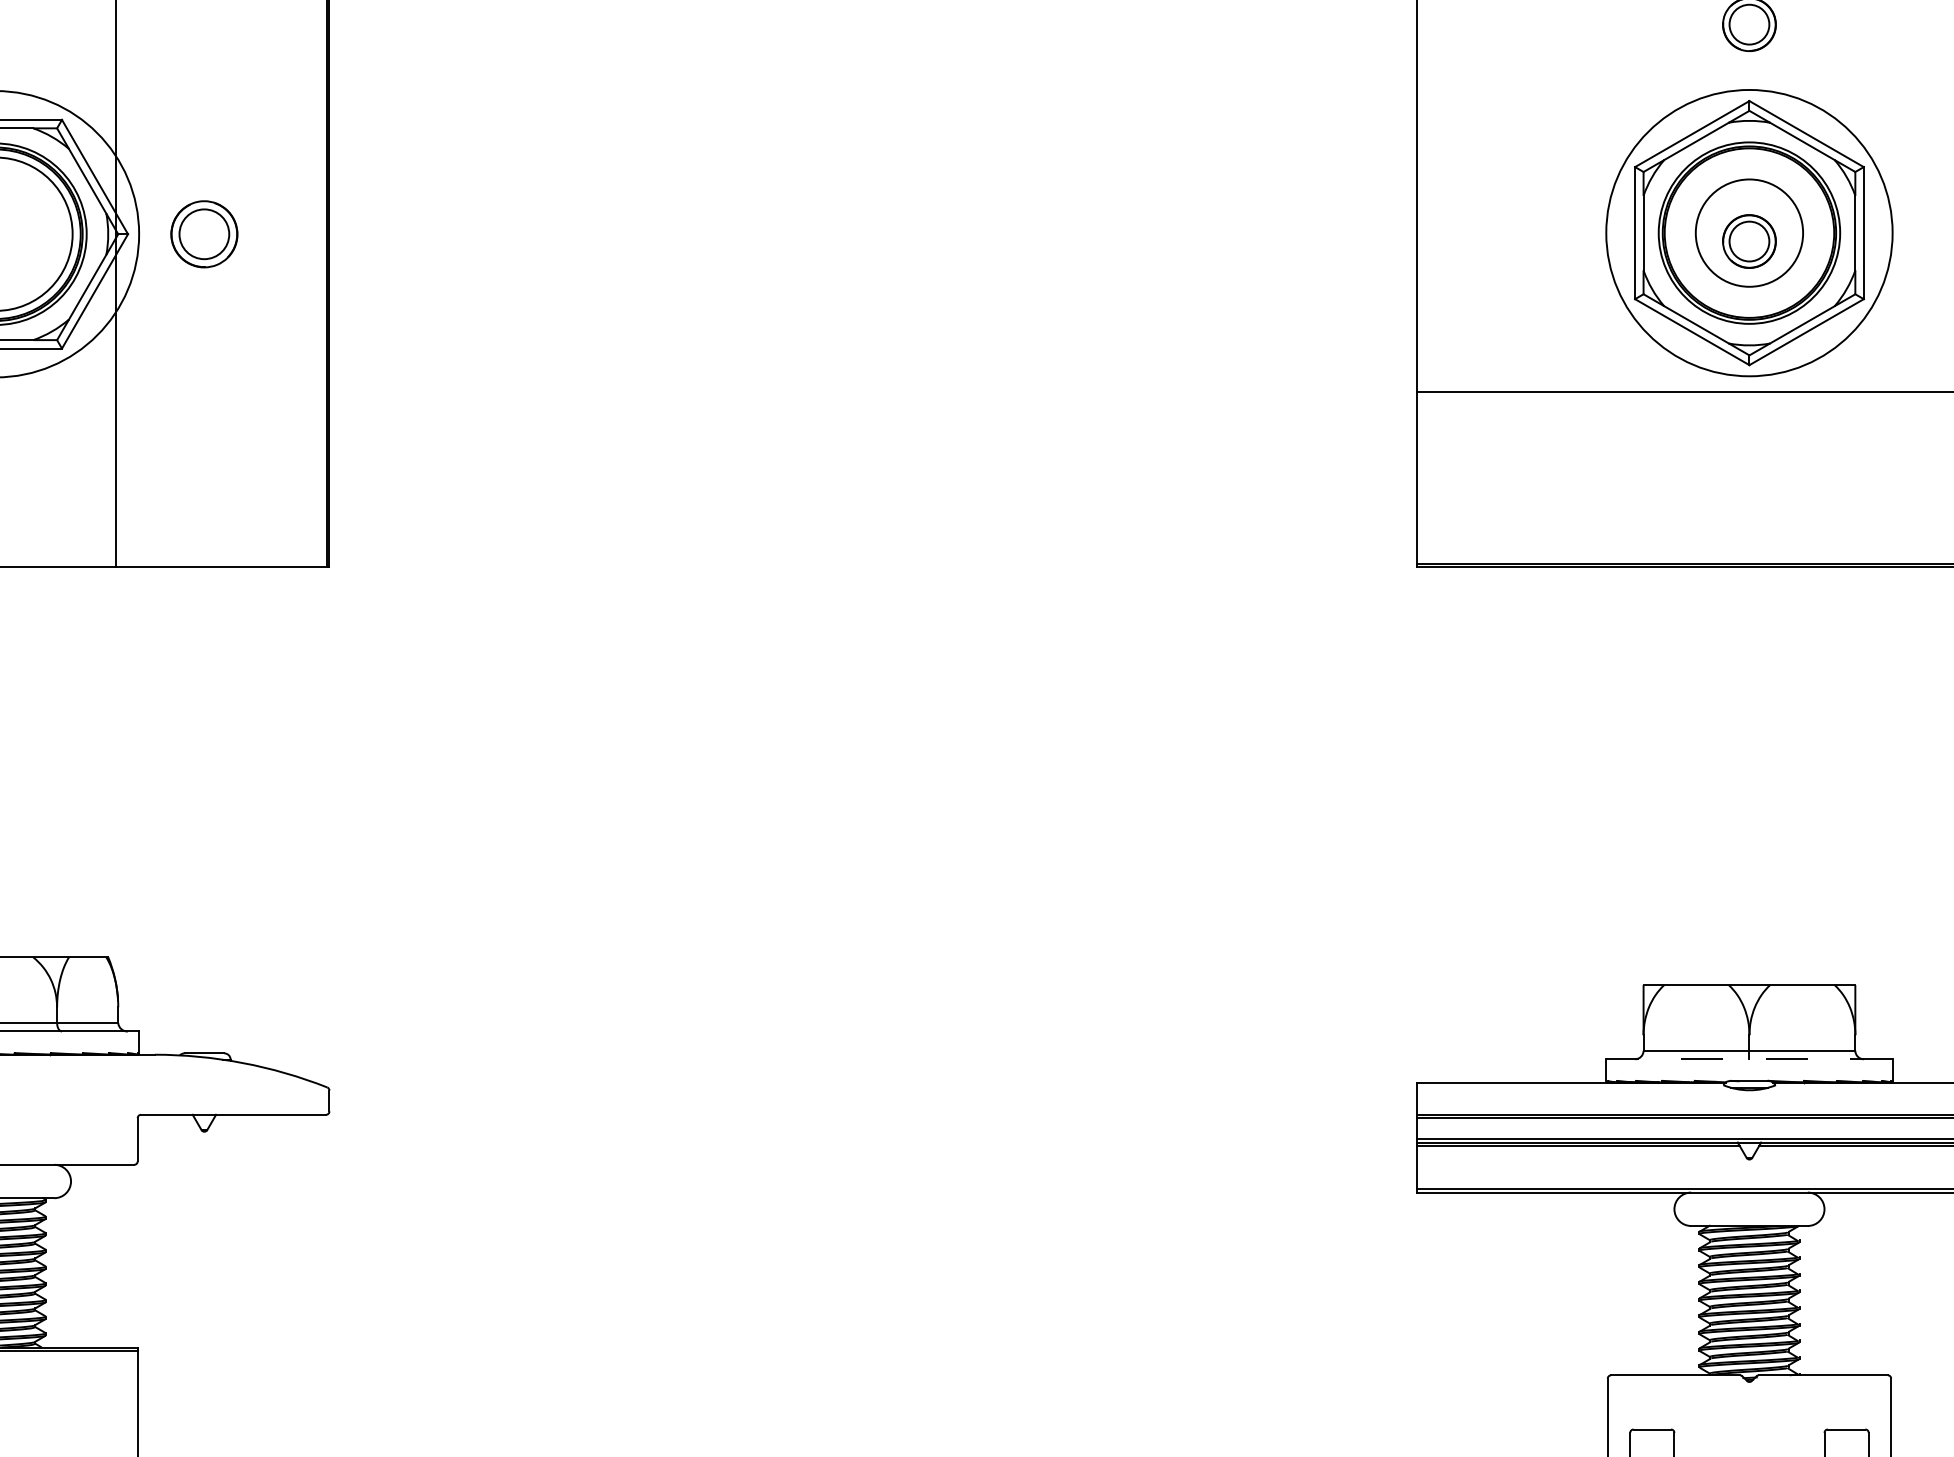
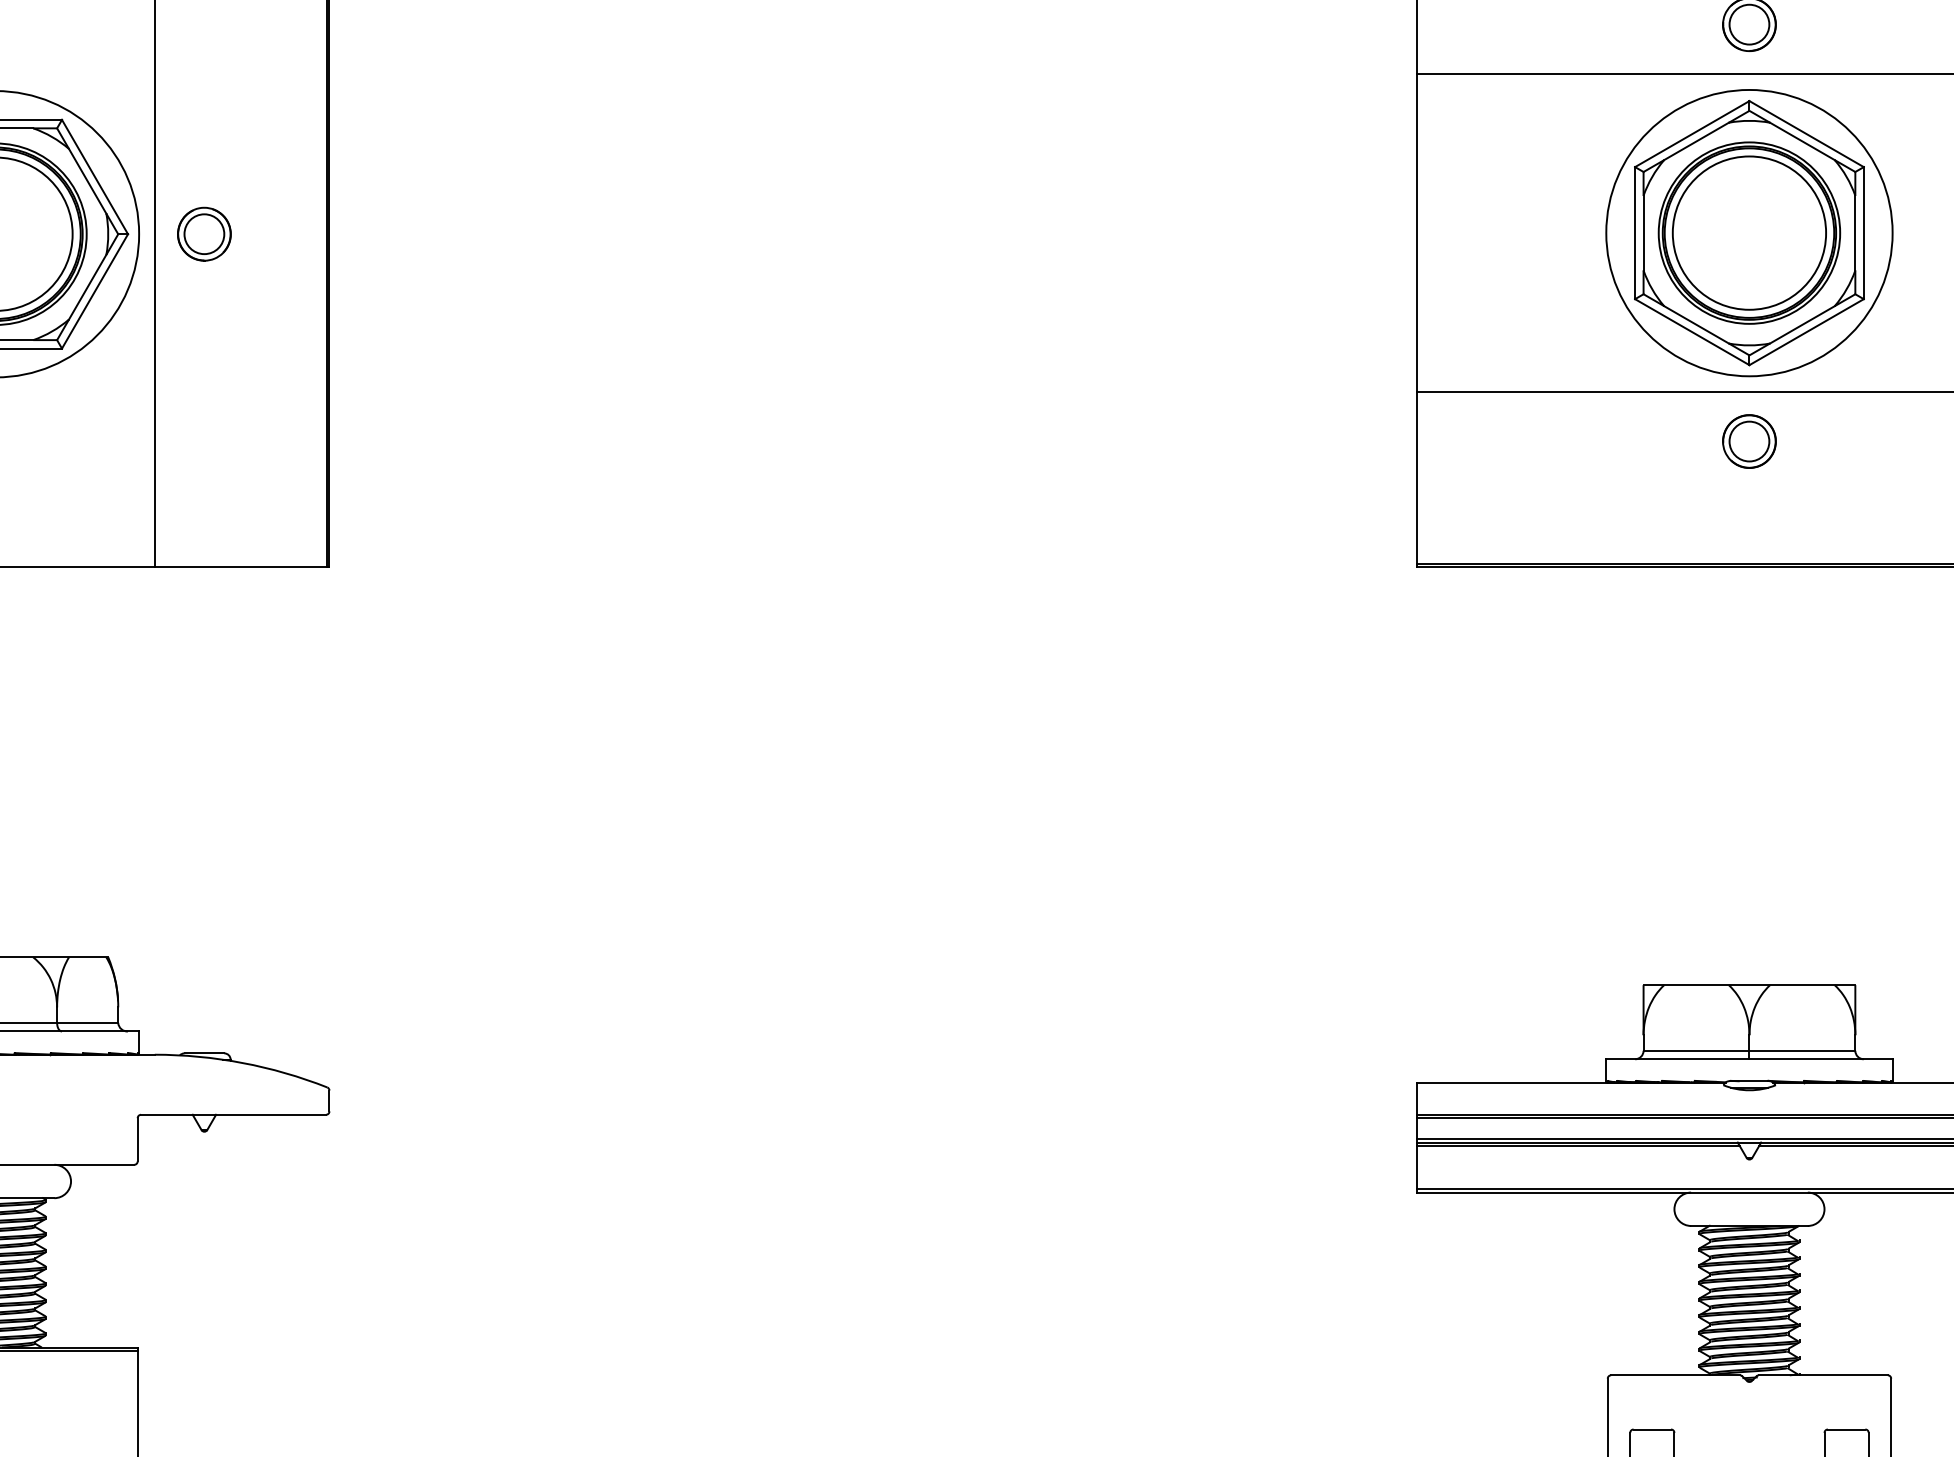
line at (1683, 74): none -> present
circle at (1749, 232) diameter: 107 px -> 153 px
part at (204, 234) size: 69x69 px -> 55x56 px
part at (1749, 241) position: (1749, 241) -> (1749, 441)
line at (115, 284) position: (115, 284) -> (154, 284)
line at (1748, 1059): dashed -> solid
